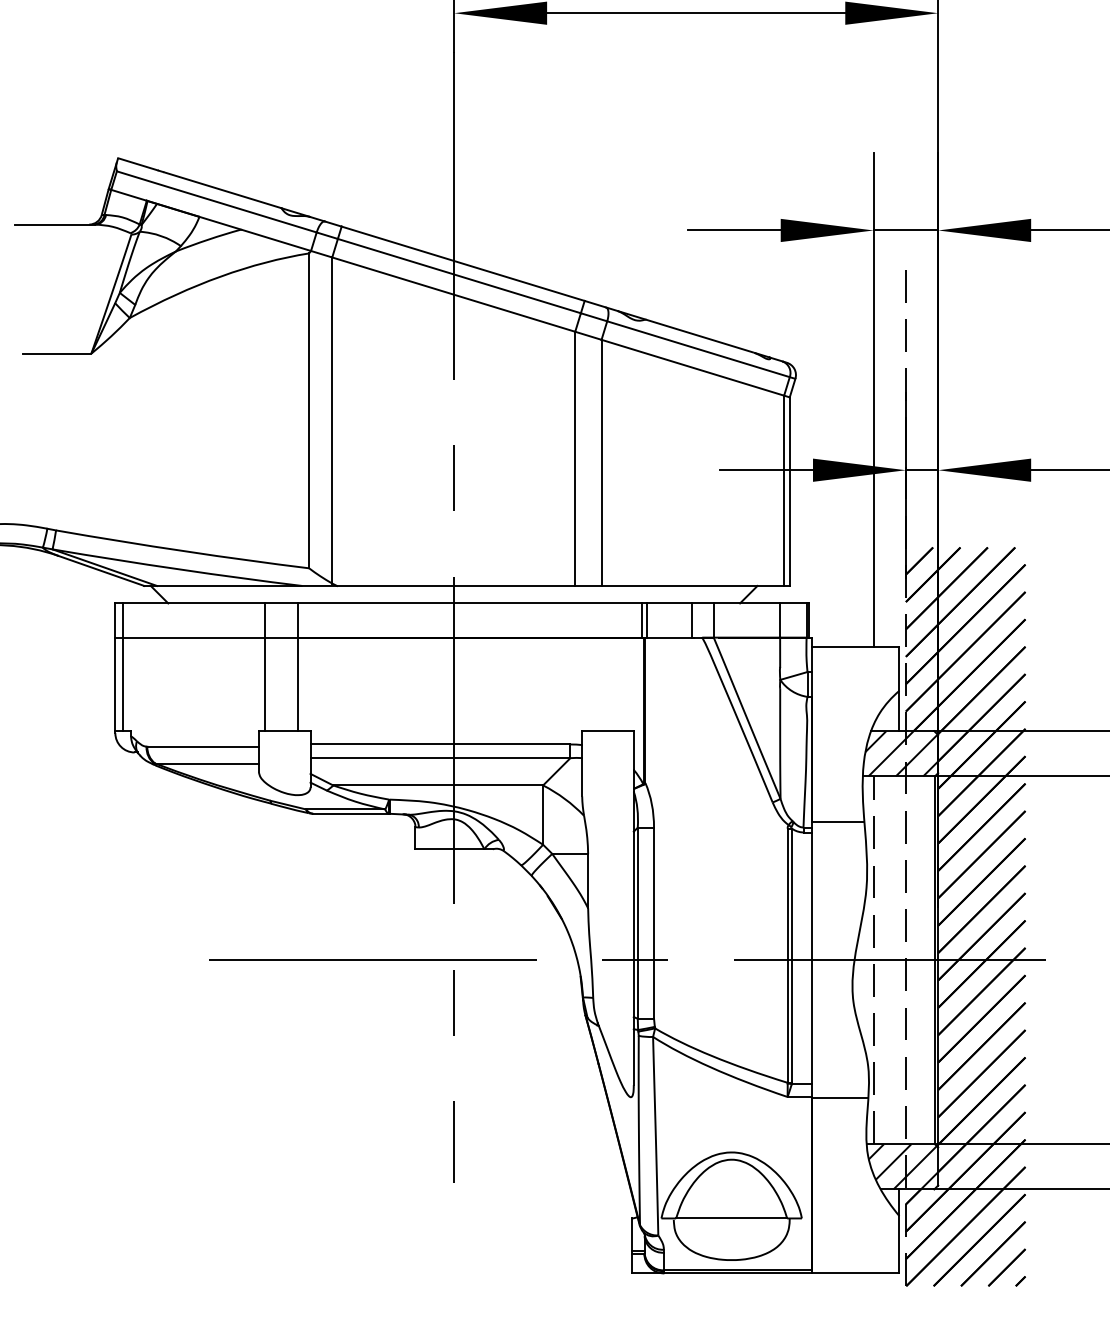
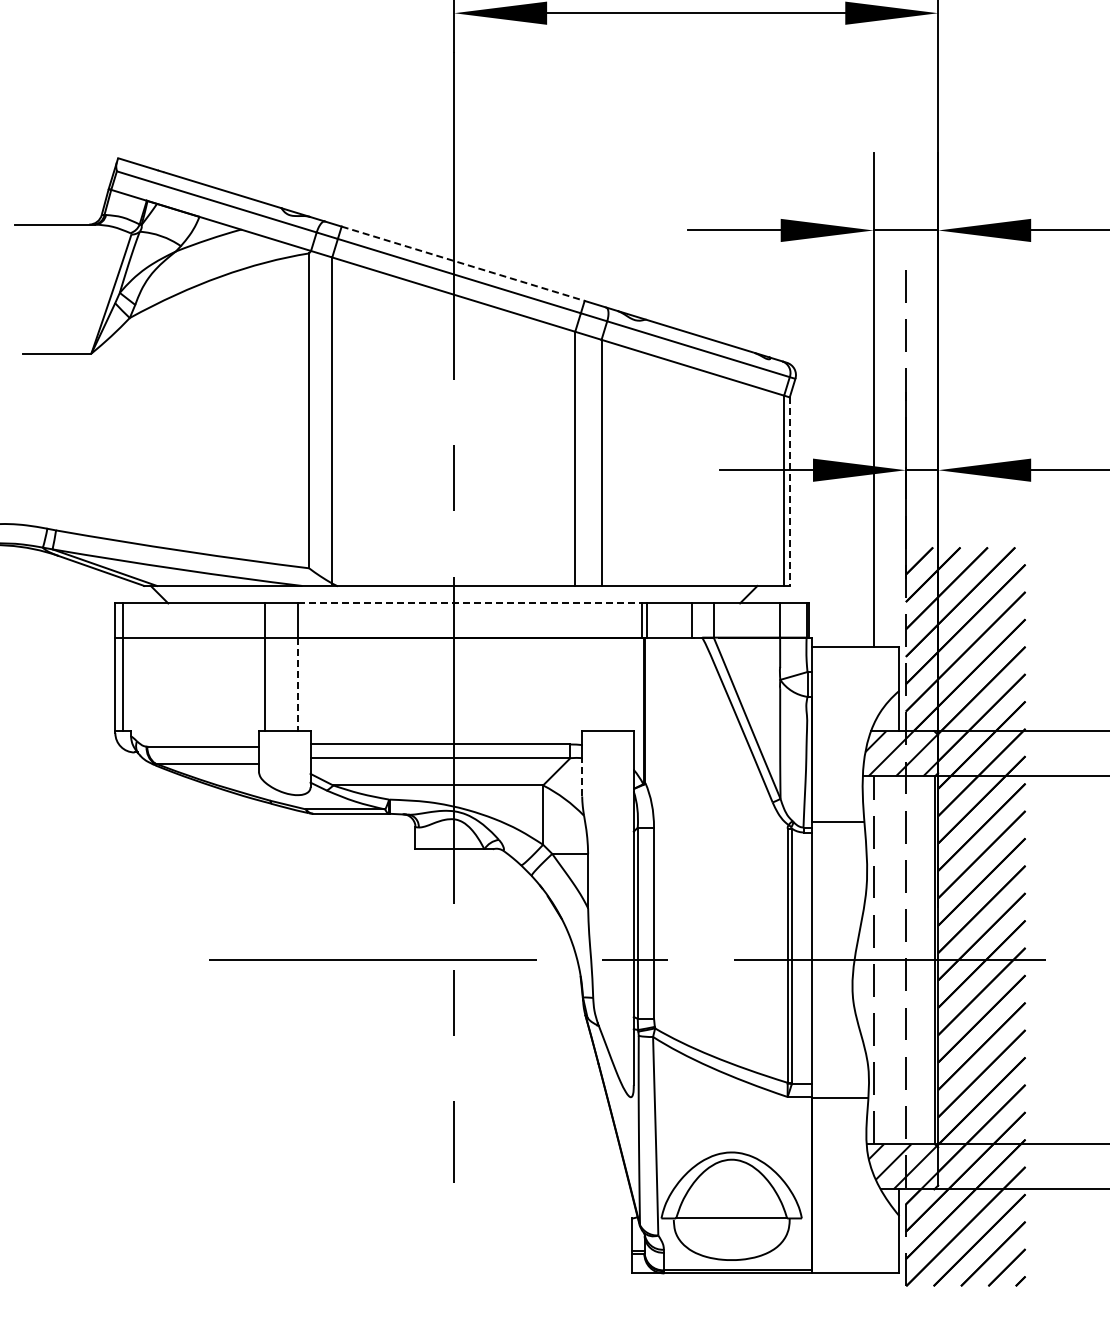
line at (463, 263): solid -> dashed
line at (789, 492): solid -> dashed
line at (470, 603): solid -> dashed
line at (297, 684): solid -> dashed
line at (582, 776): solid -> dashed
